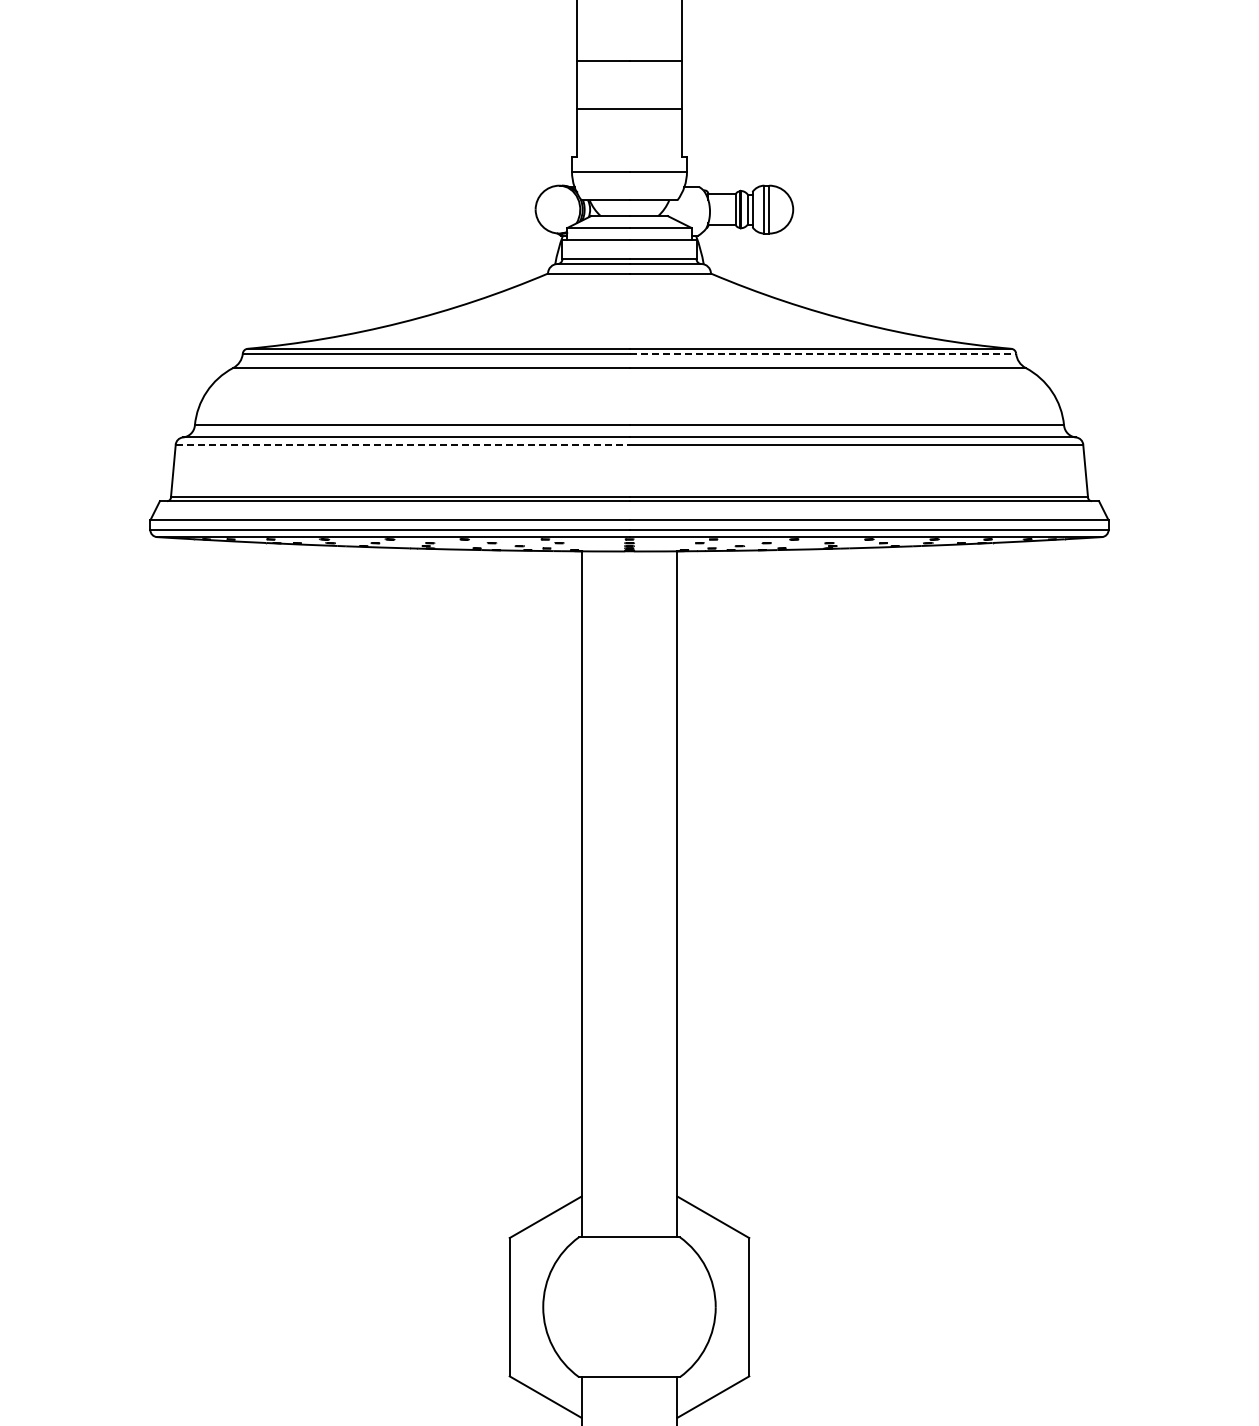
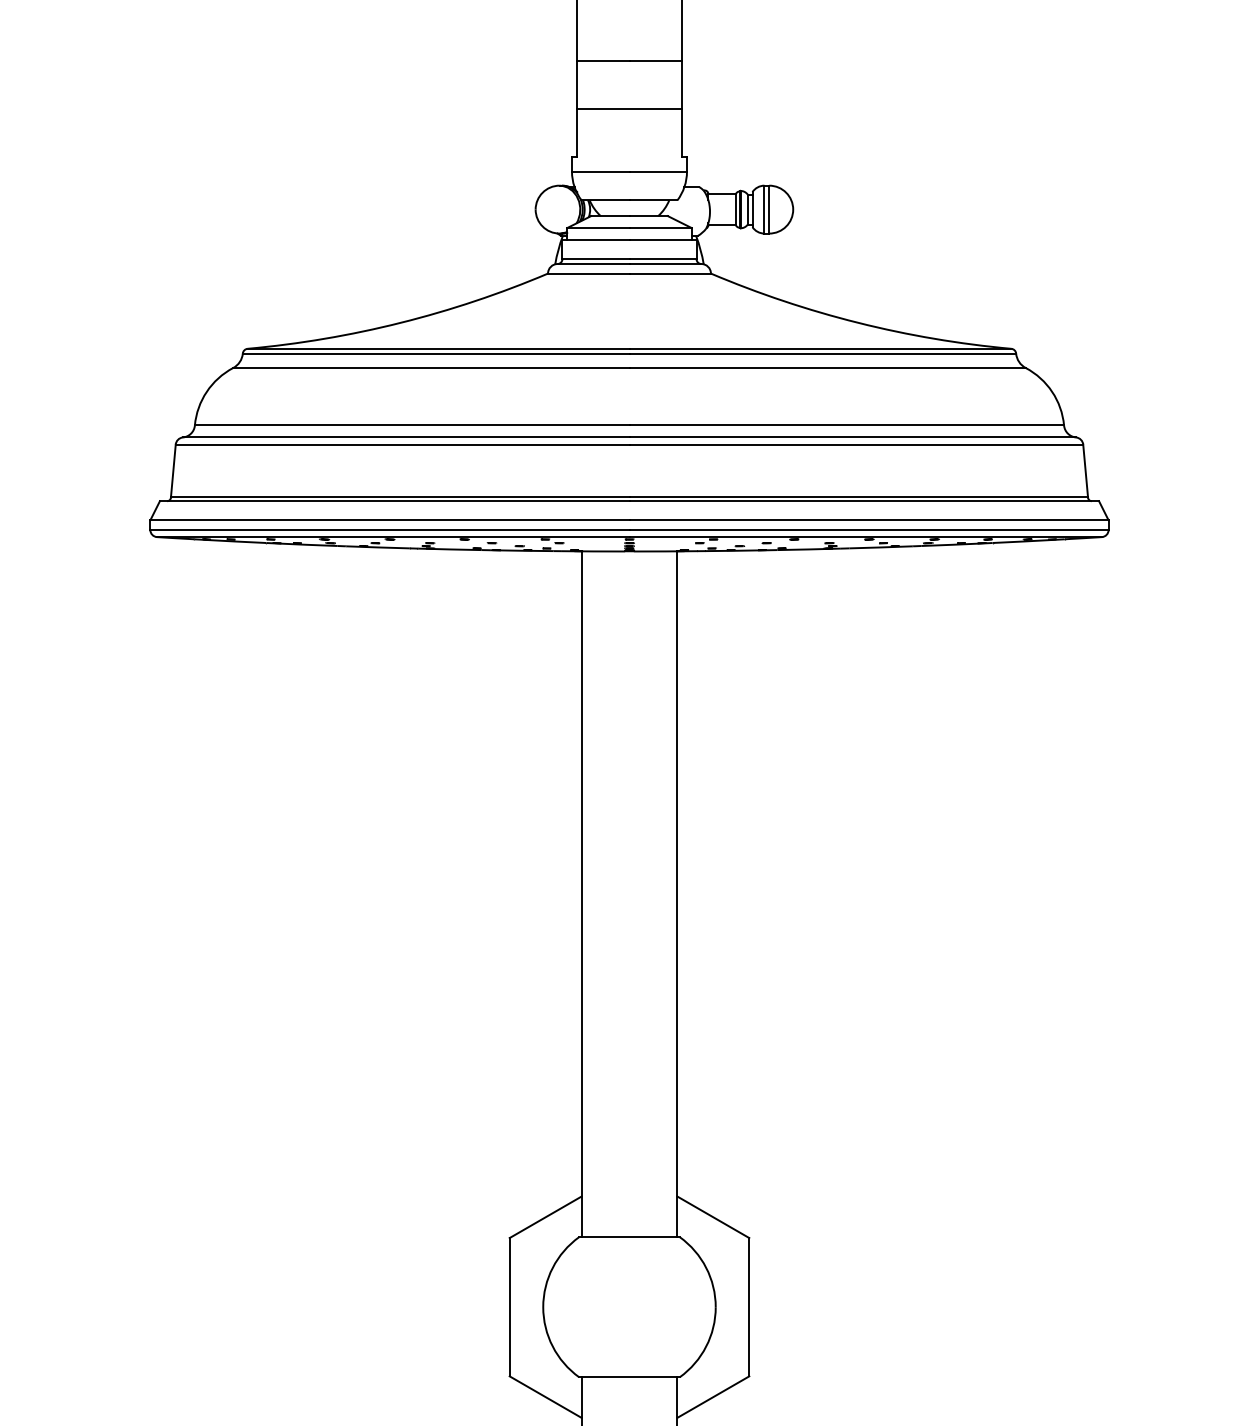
line at (823, 353): dashed -> solid
line at (402, 444): dashed -> solid
